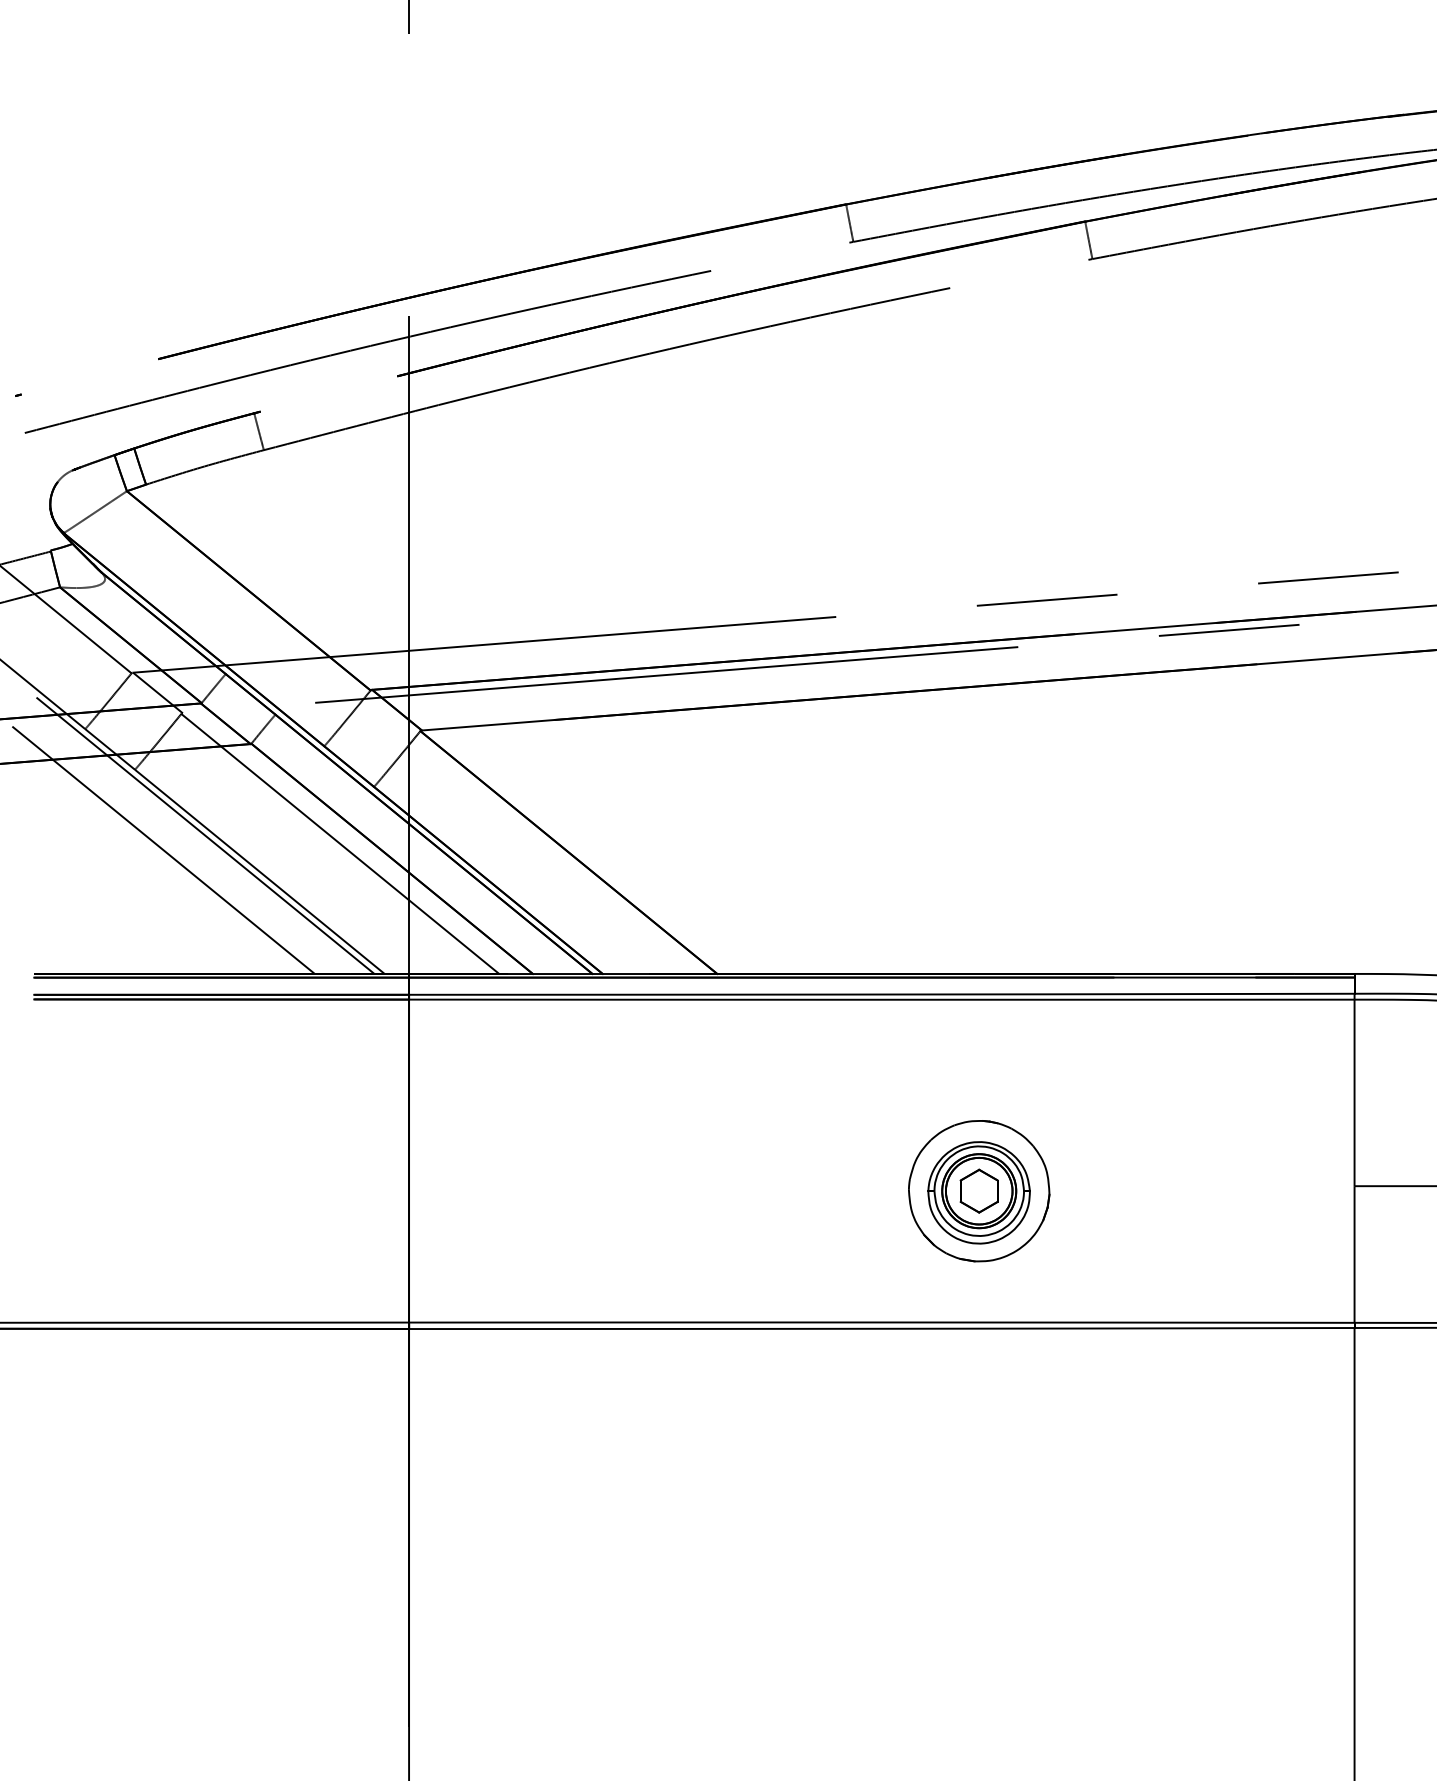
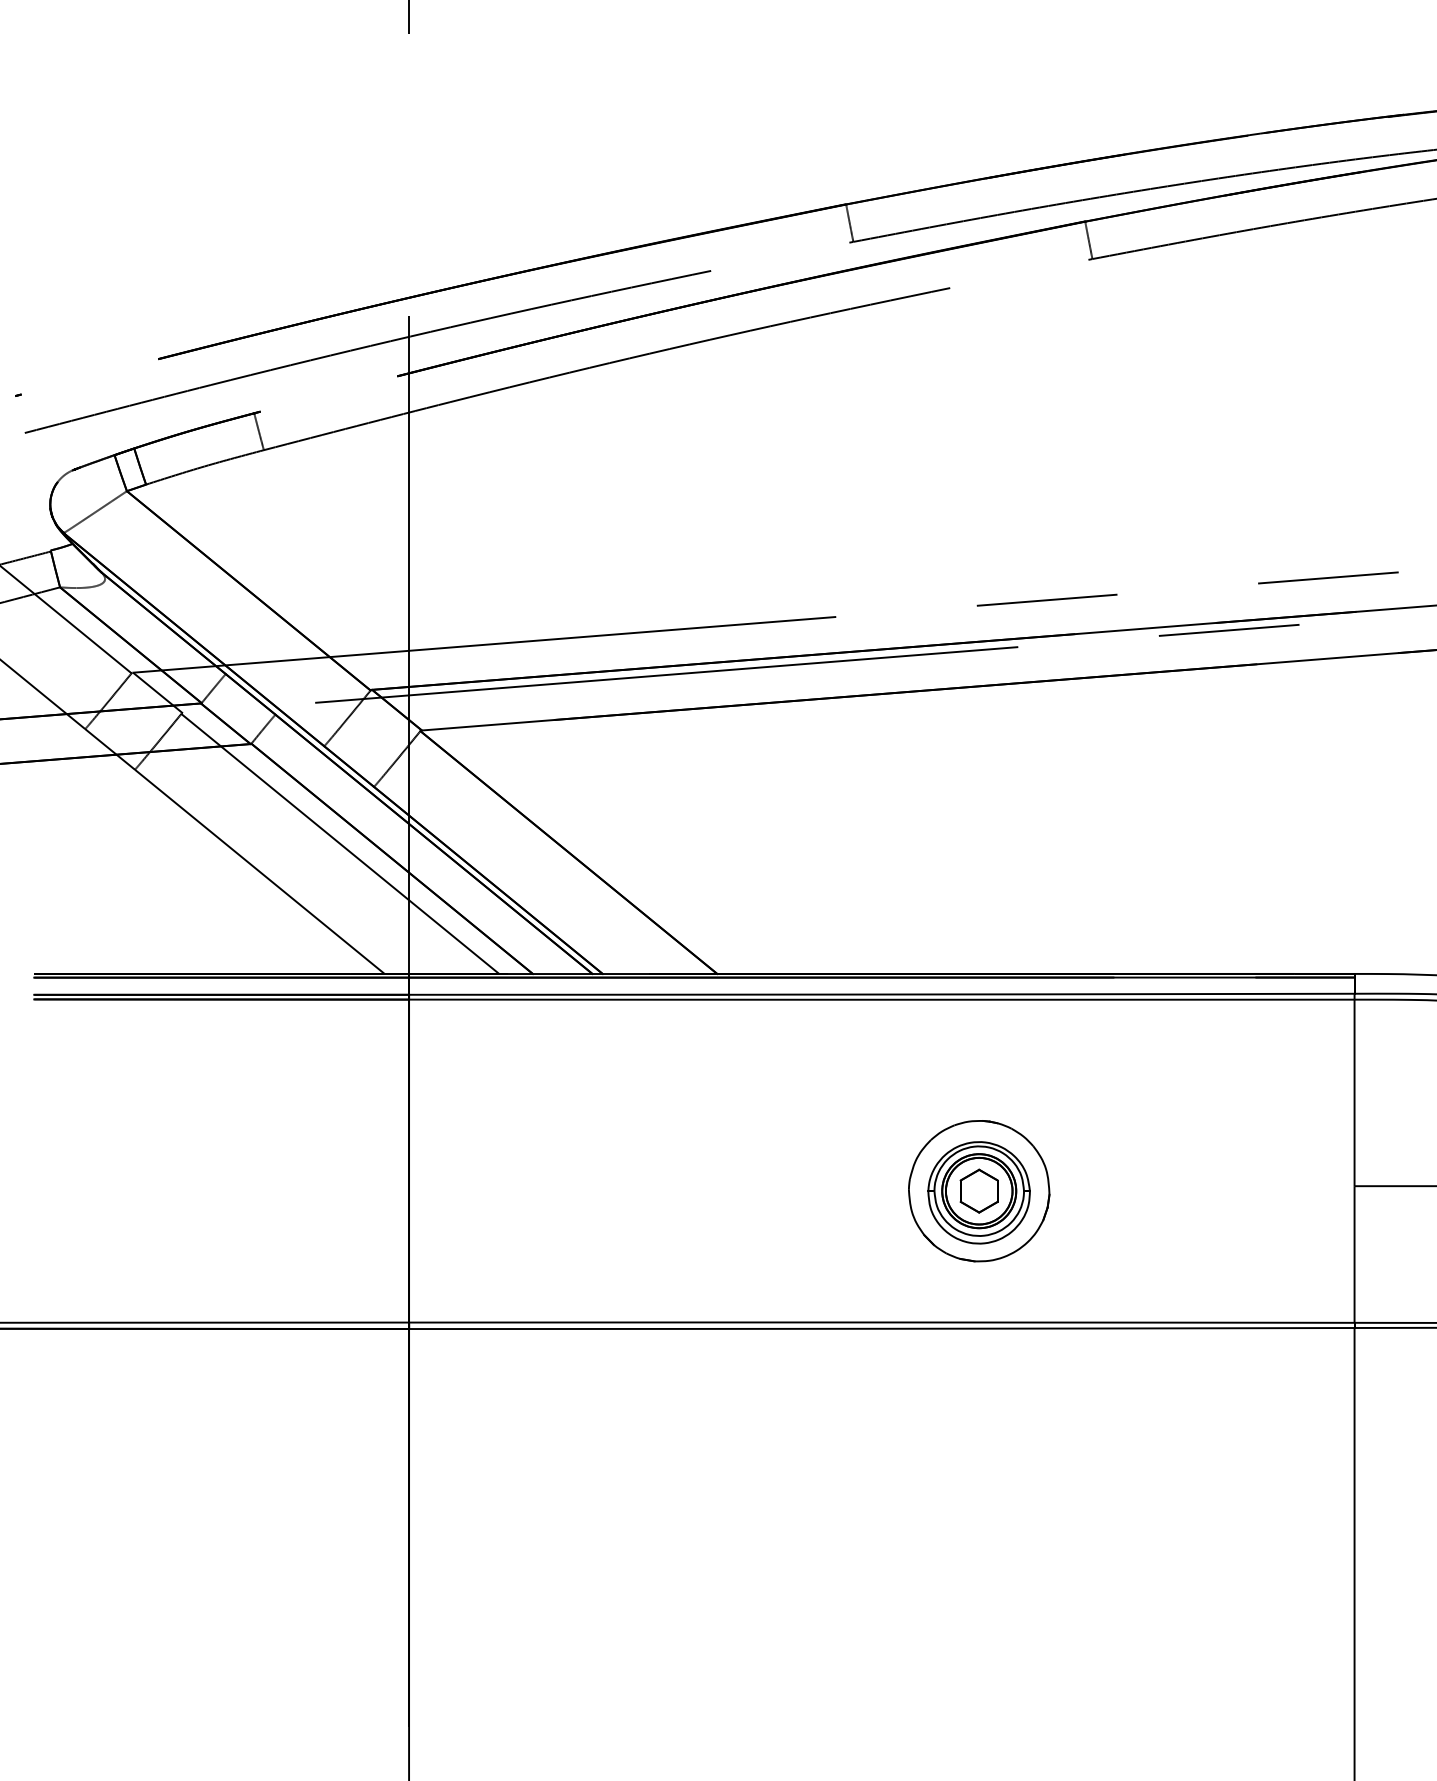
line at (205, 835): present -> none
line at (163, 850): present -> none
